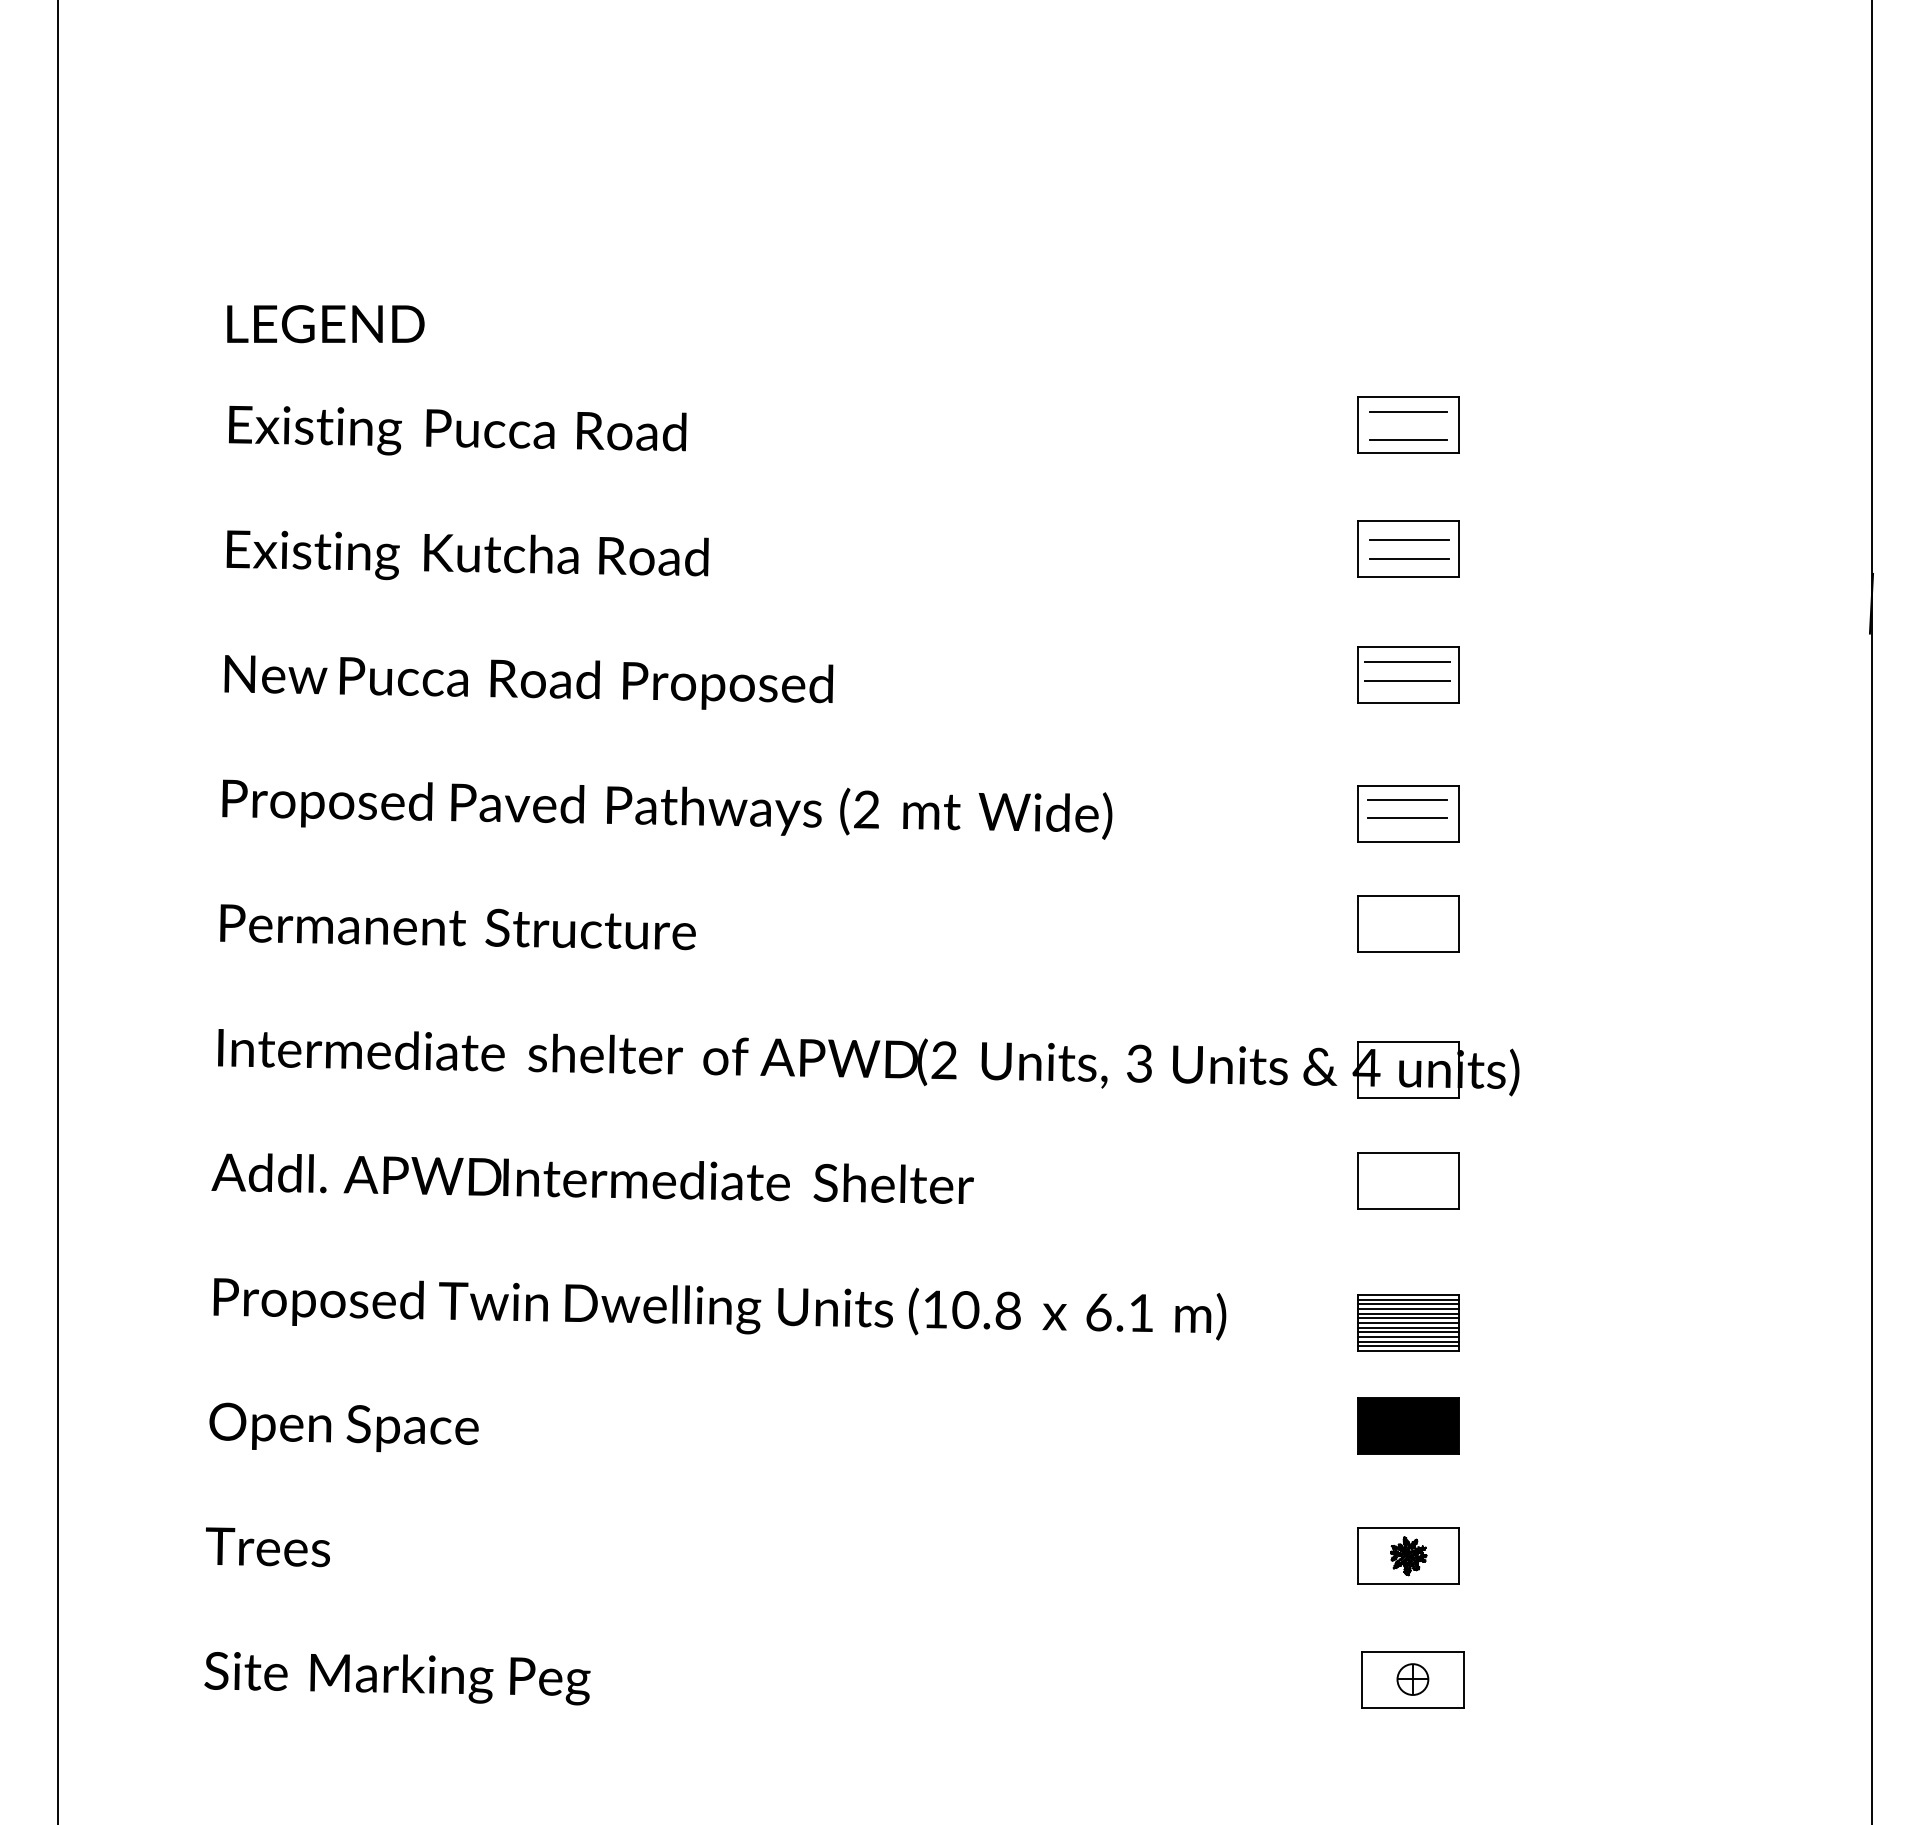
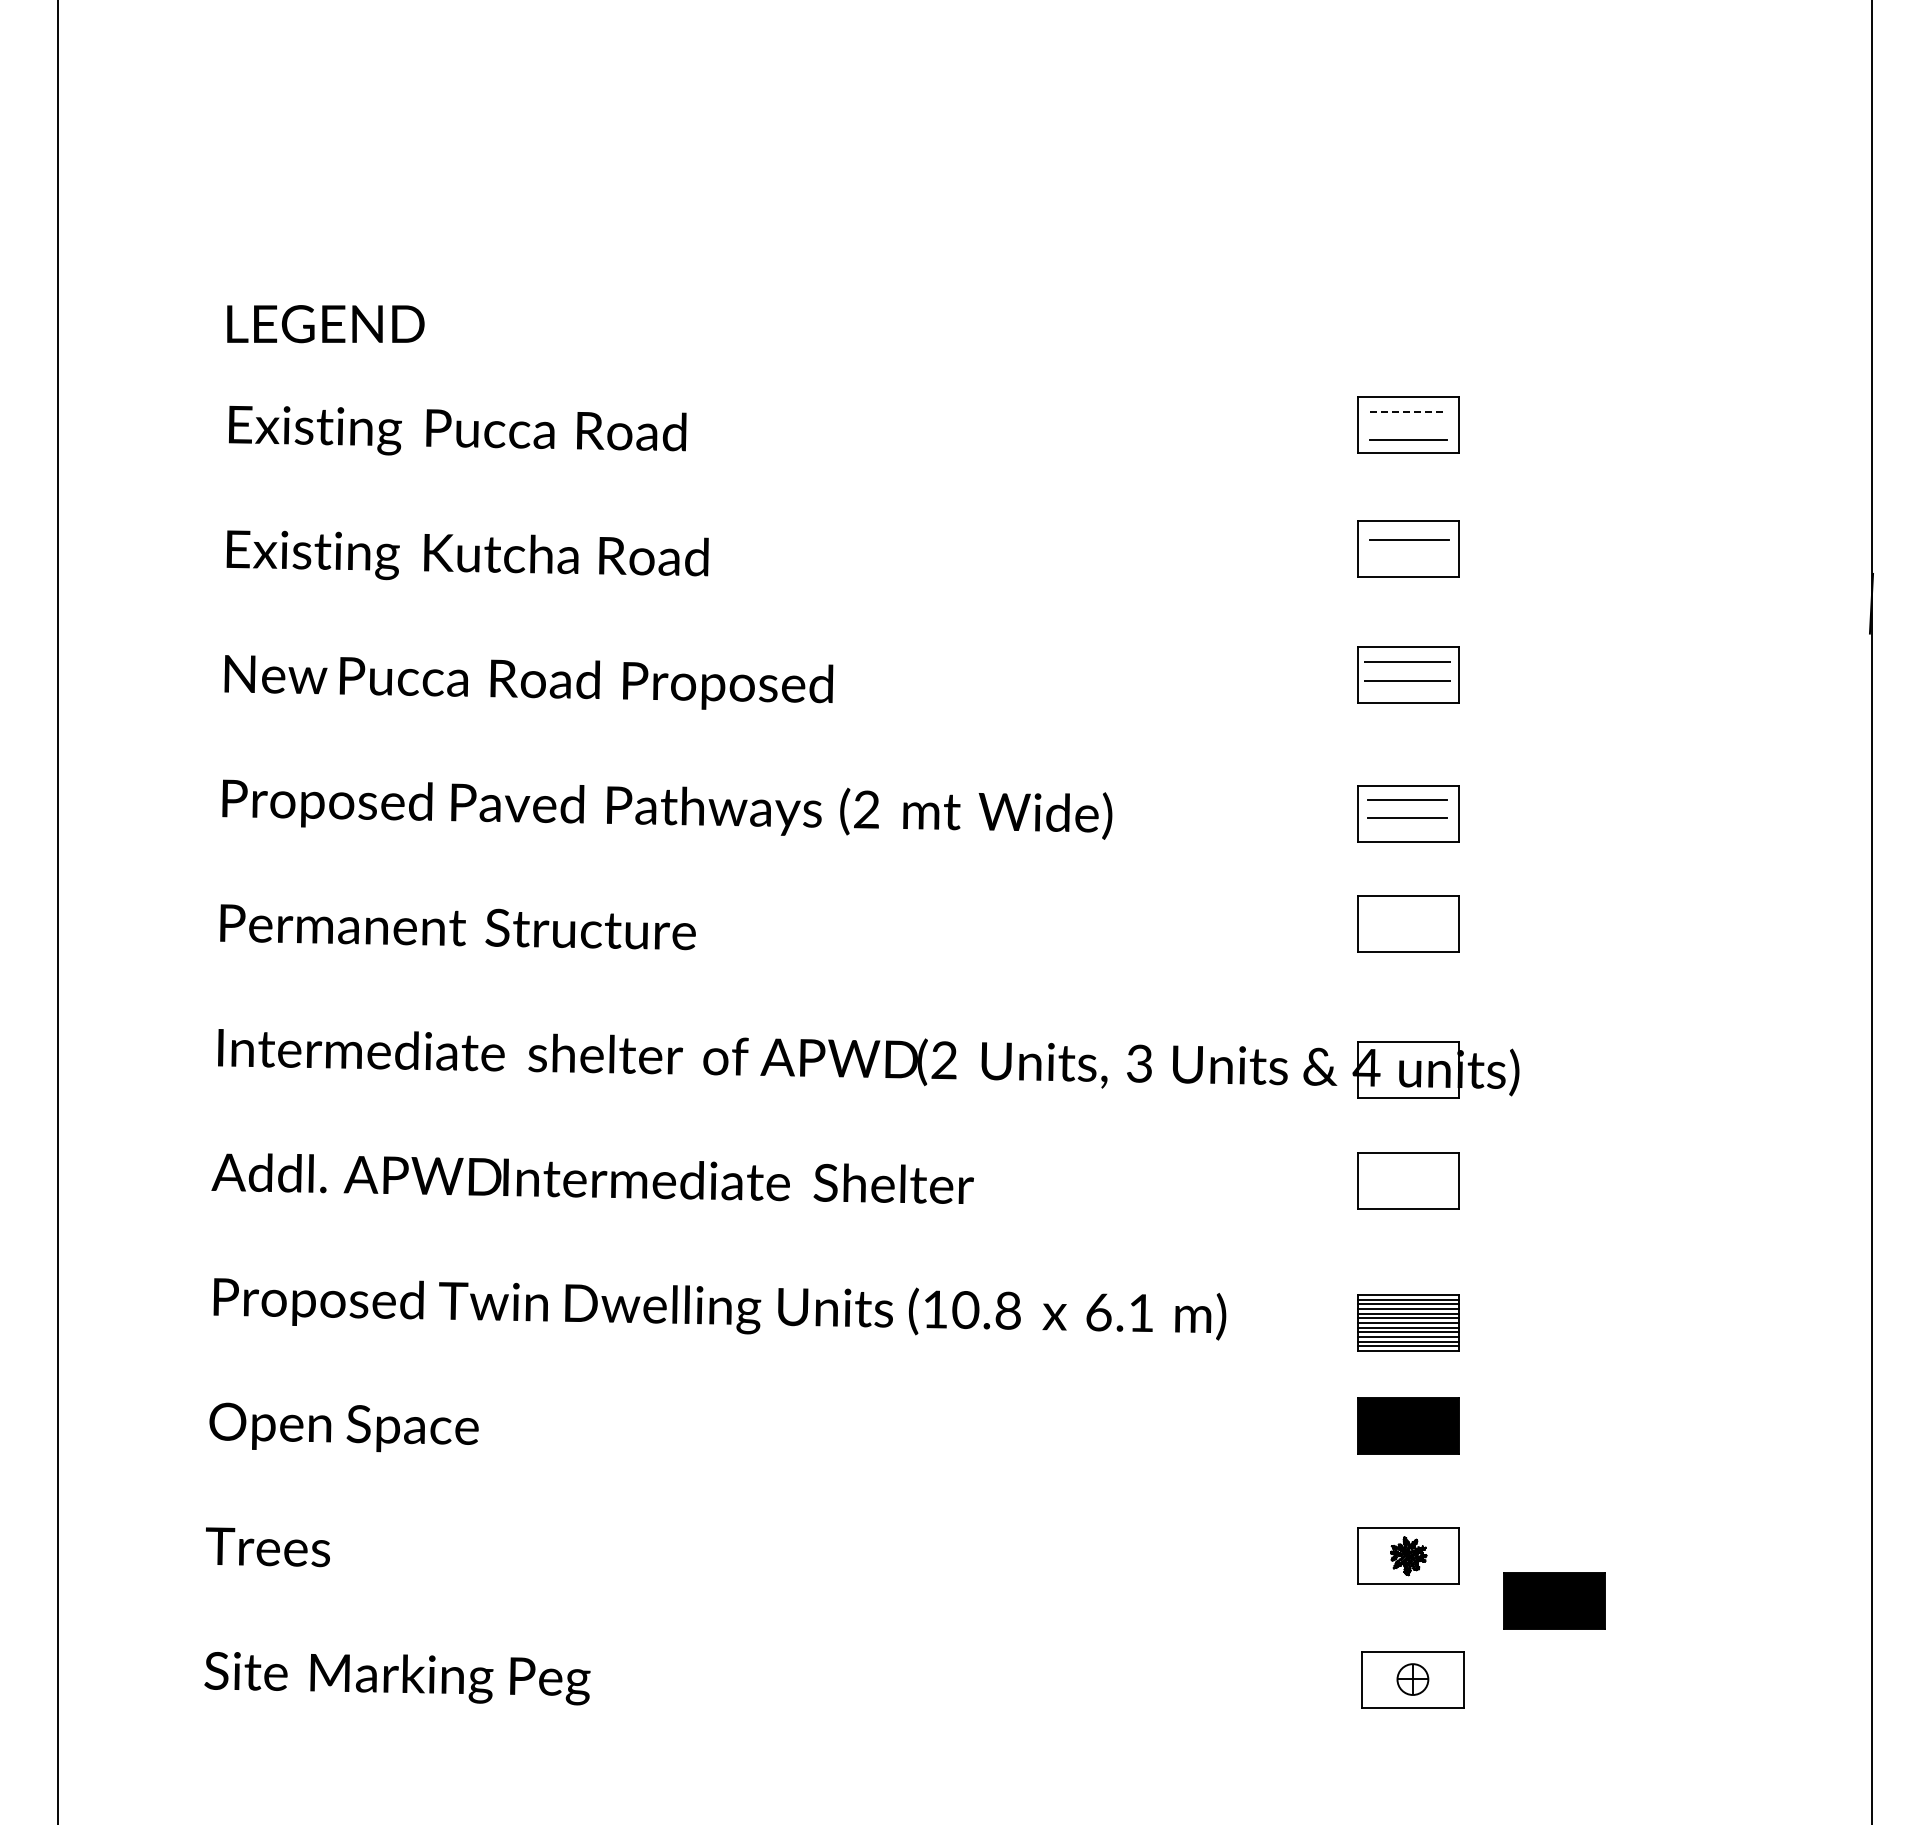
line at (1408, 412): solid -> dashed
line at (1409, 559): present -> none
part at (1554, 1600): none -> present
